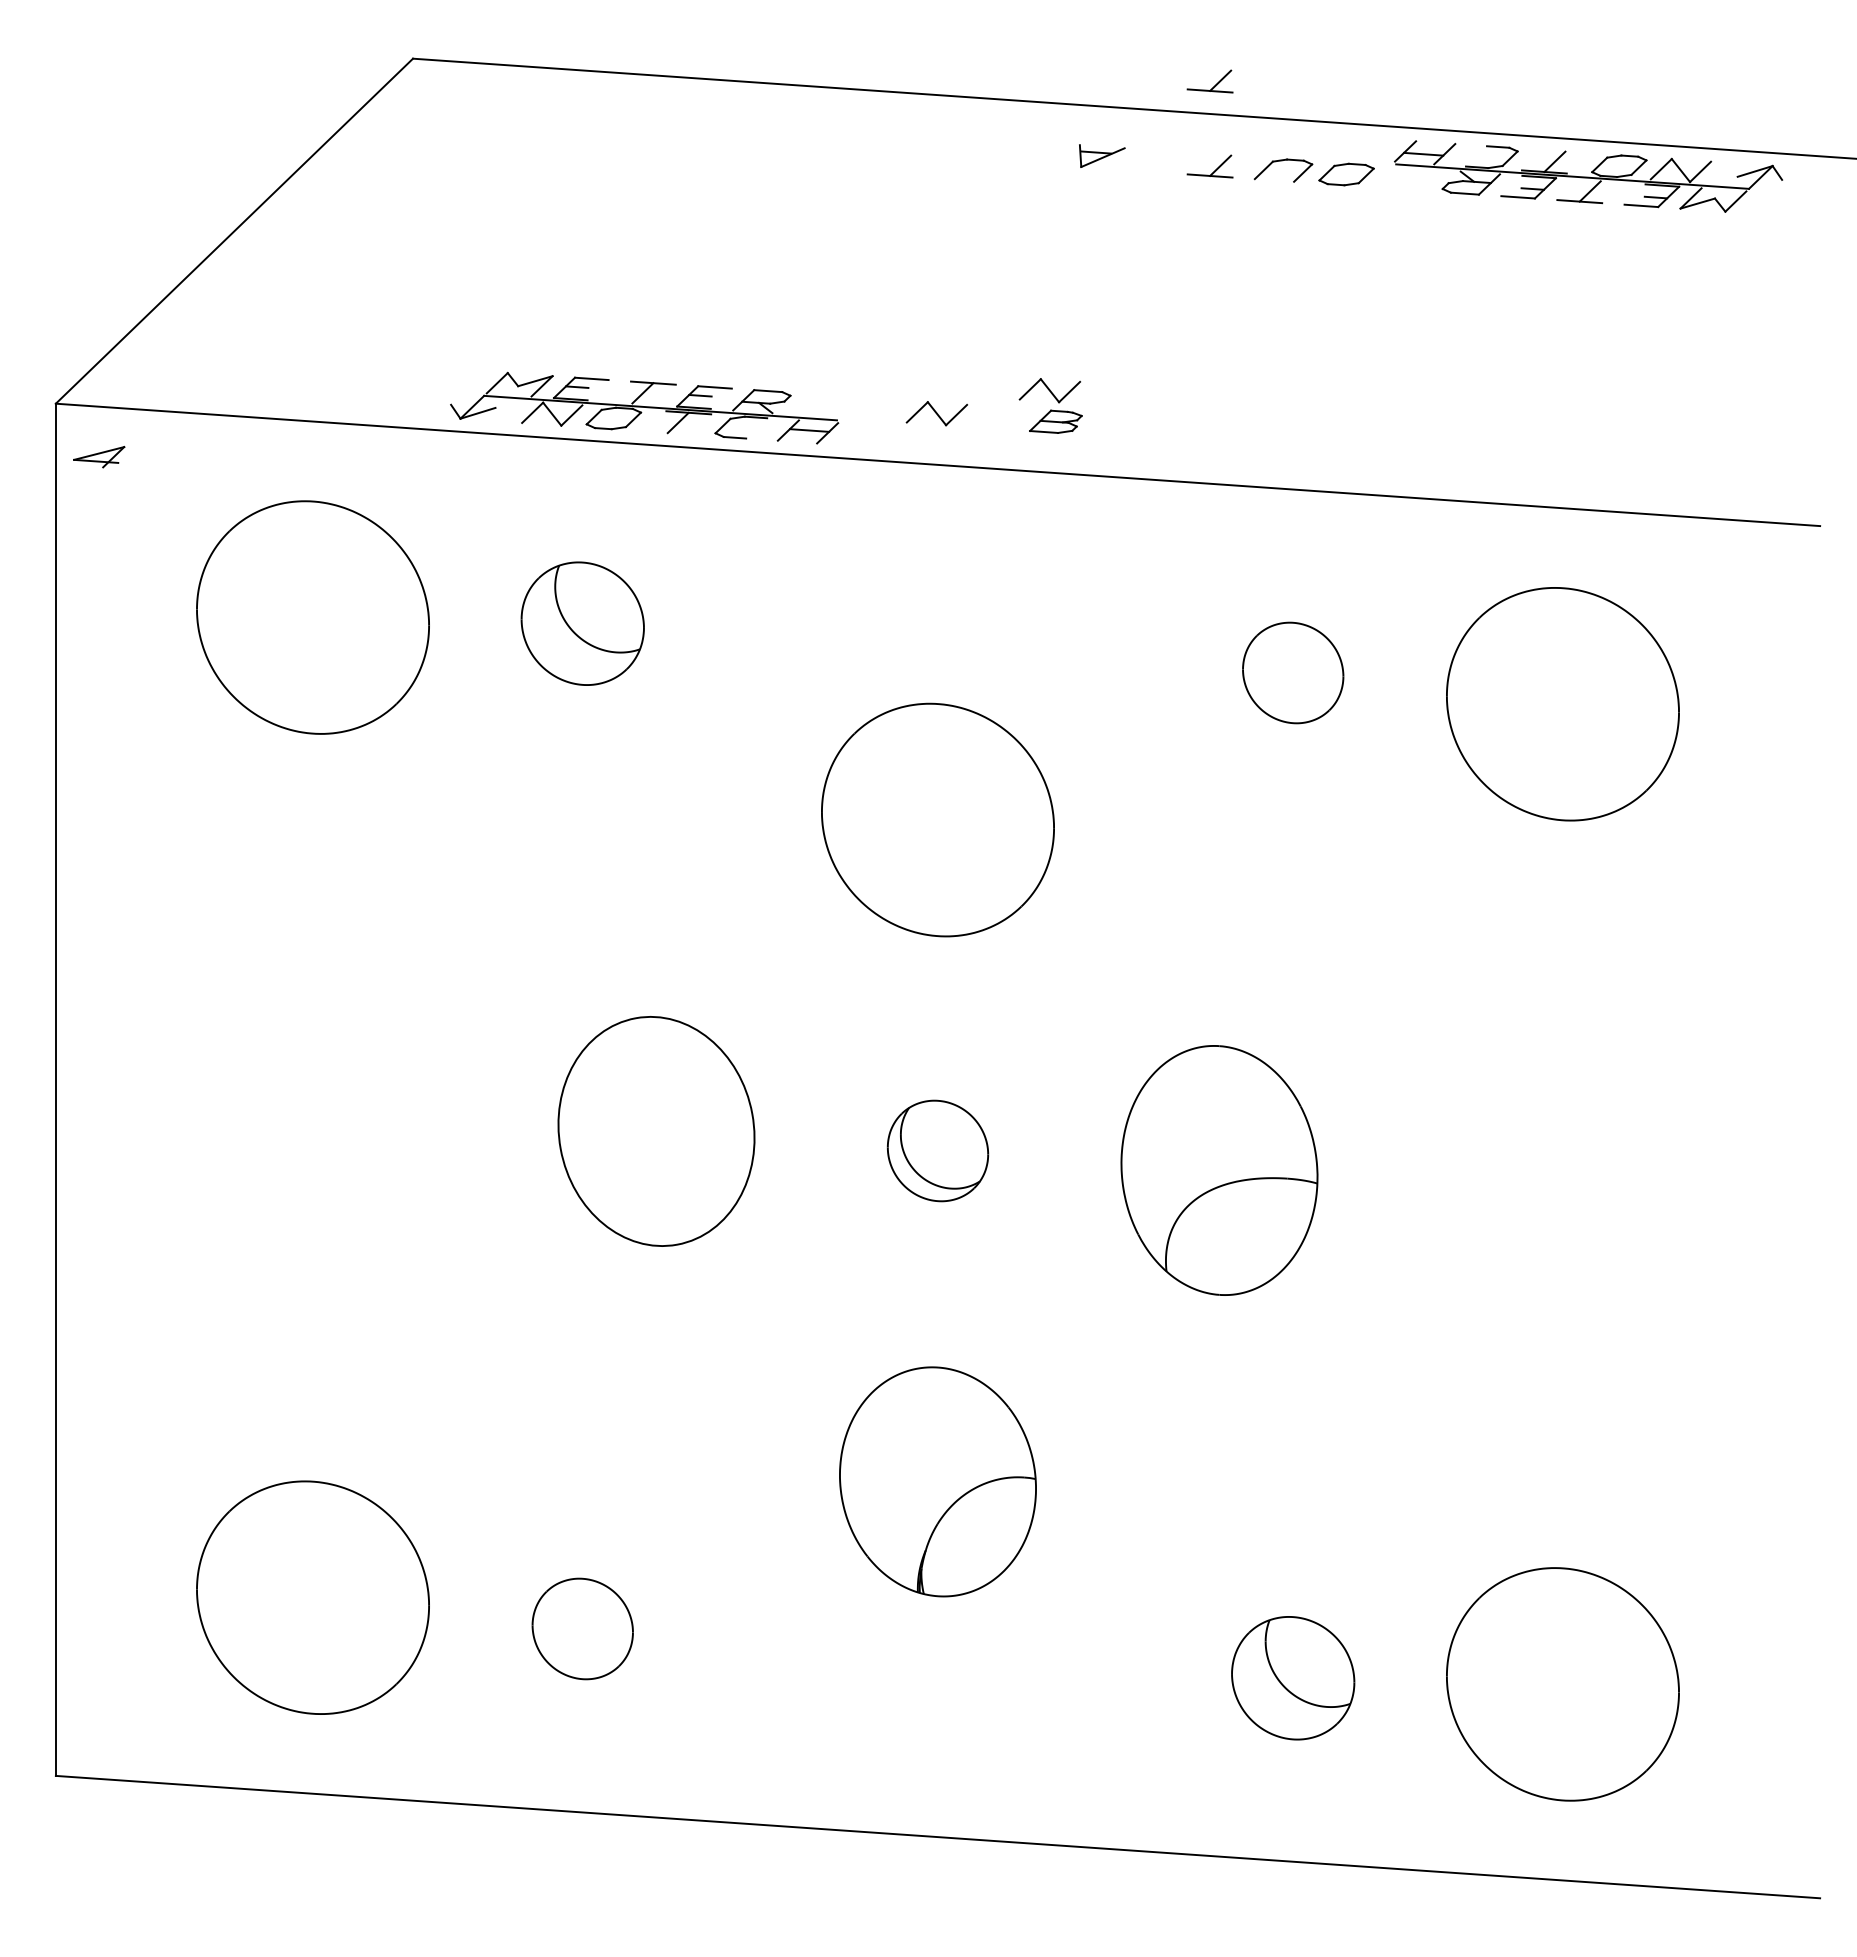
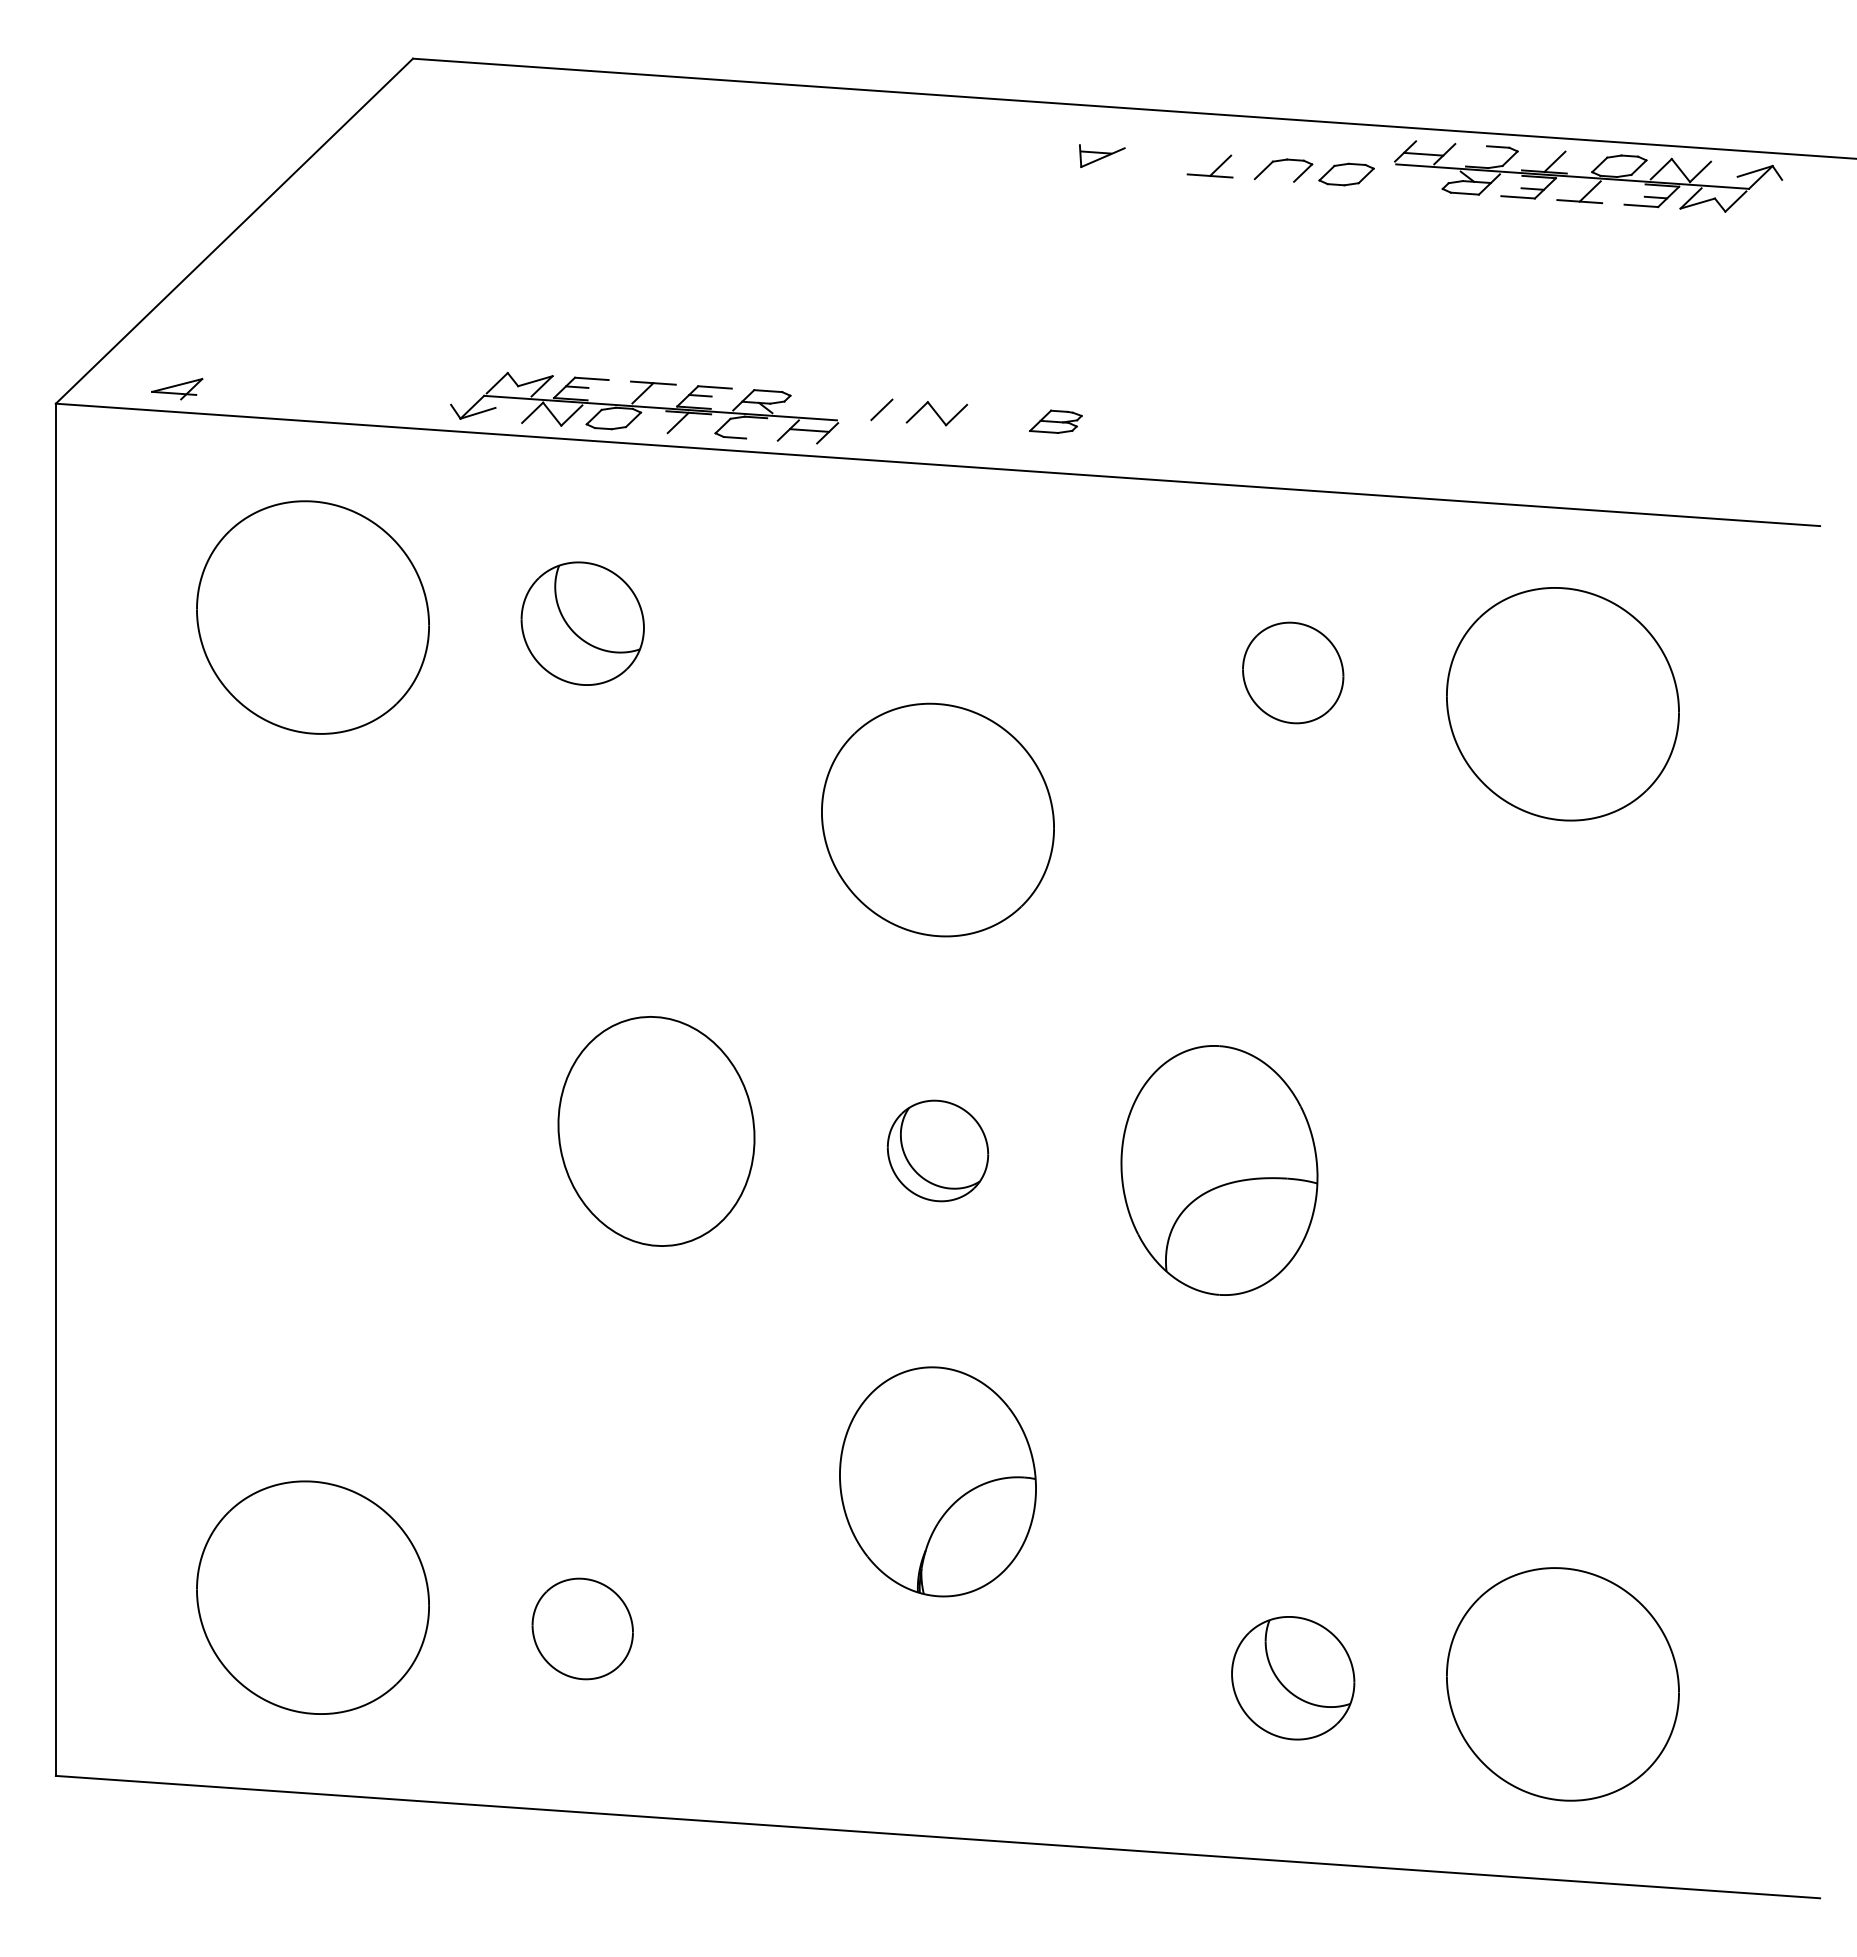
part at (1214, 85): present -> none
part at (1049, 390): present -> none
line at (881, 409): none -> present
part at (99, 457) position: (99, 457) -> (177, 389)
